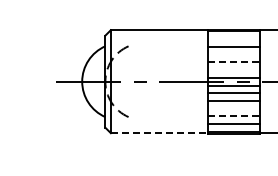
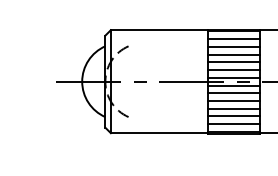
line at (233, 39): none -> present
line at (233, 54): none -> present
line at (234, 62): dashed -> solid
line at (233, 70): none -> present
line at (233, 108): none -> present
line at (234, 116): dashed -> solid
line at (159, 133): dashed -> solid
